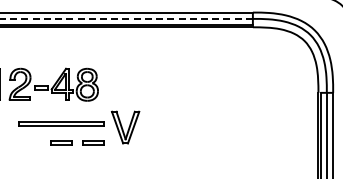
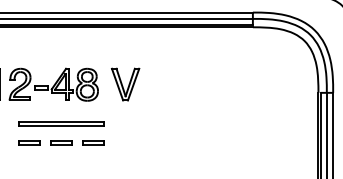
line at (126, 18): dashed -> solid
part at (125, 127) position: (125, 127) -> (125, 84)
part at (29, 142): none -> present
